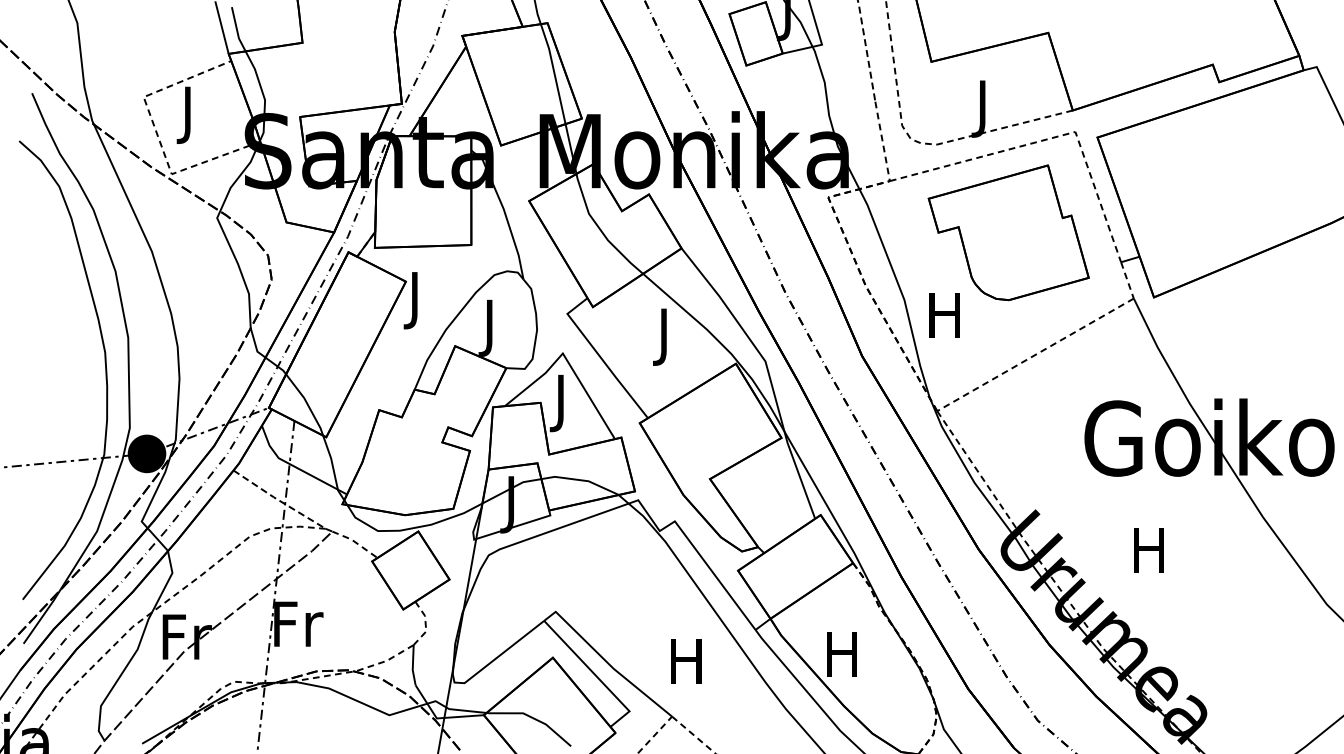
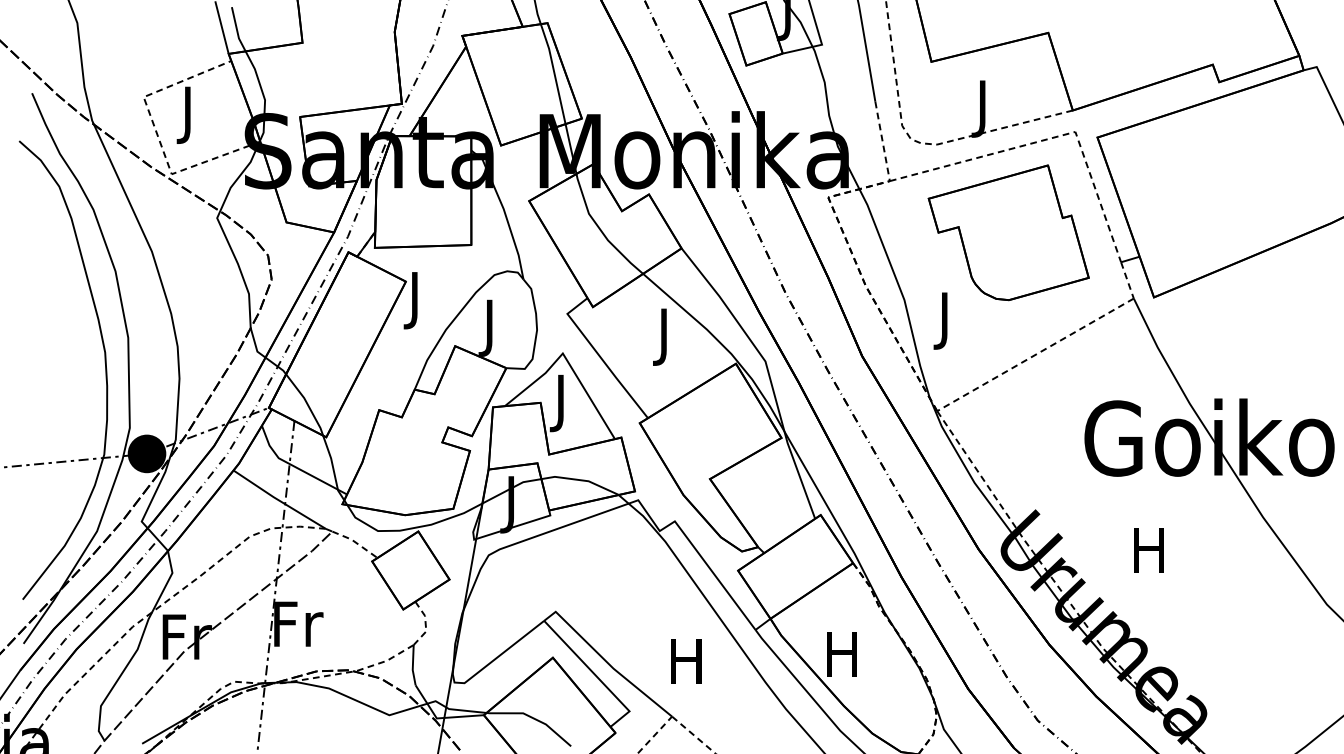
line at (866, 50): dashed -> solid
text at (944, 320): H -> J
line at (278, 500): dashed -> solid
